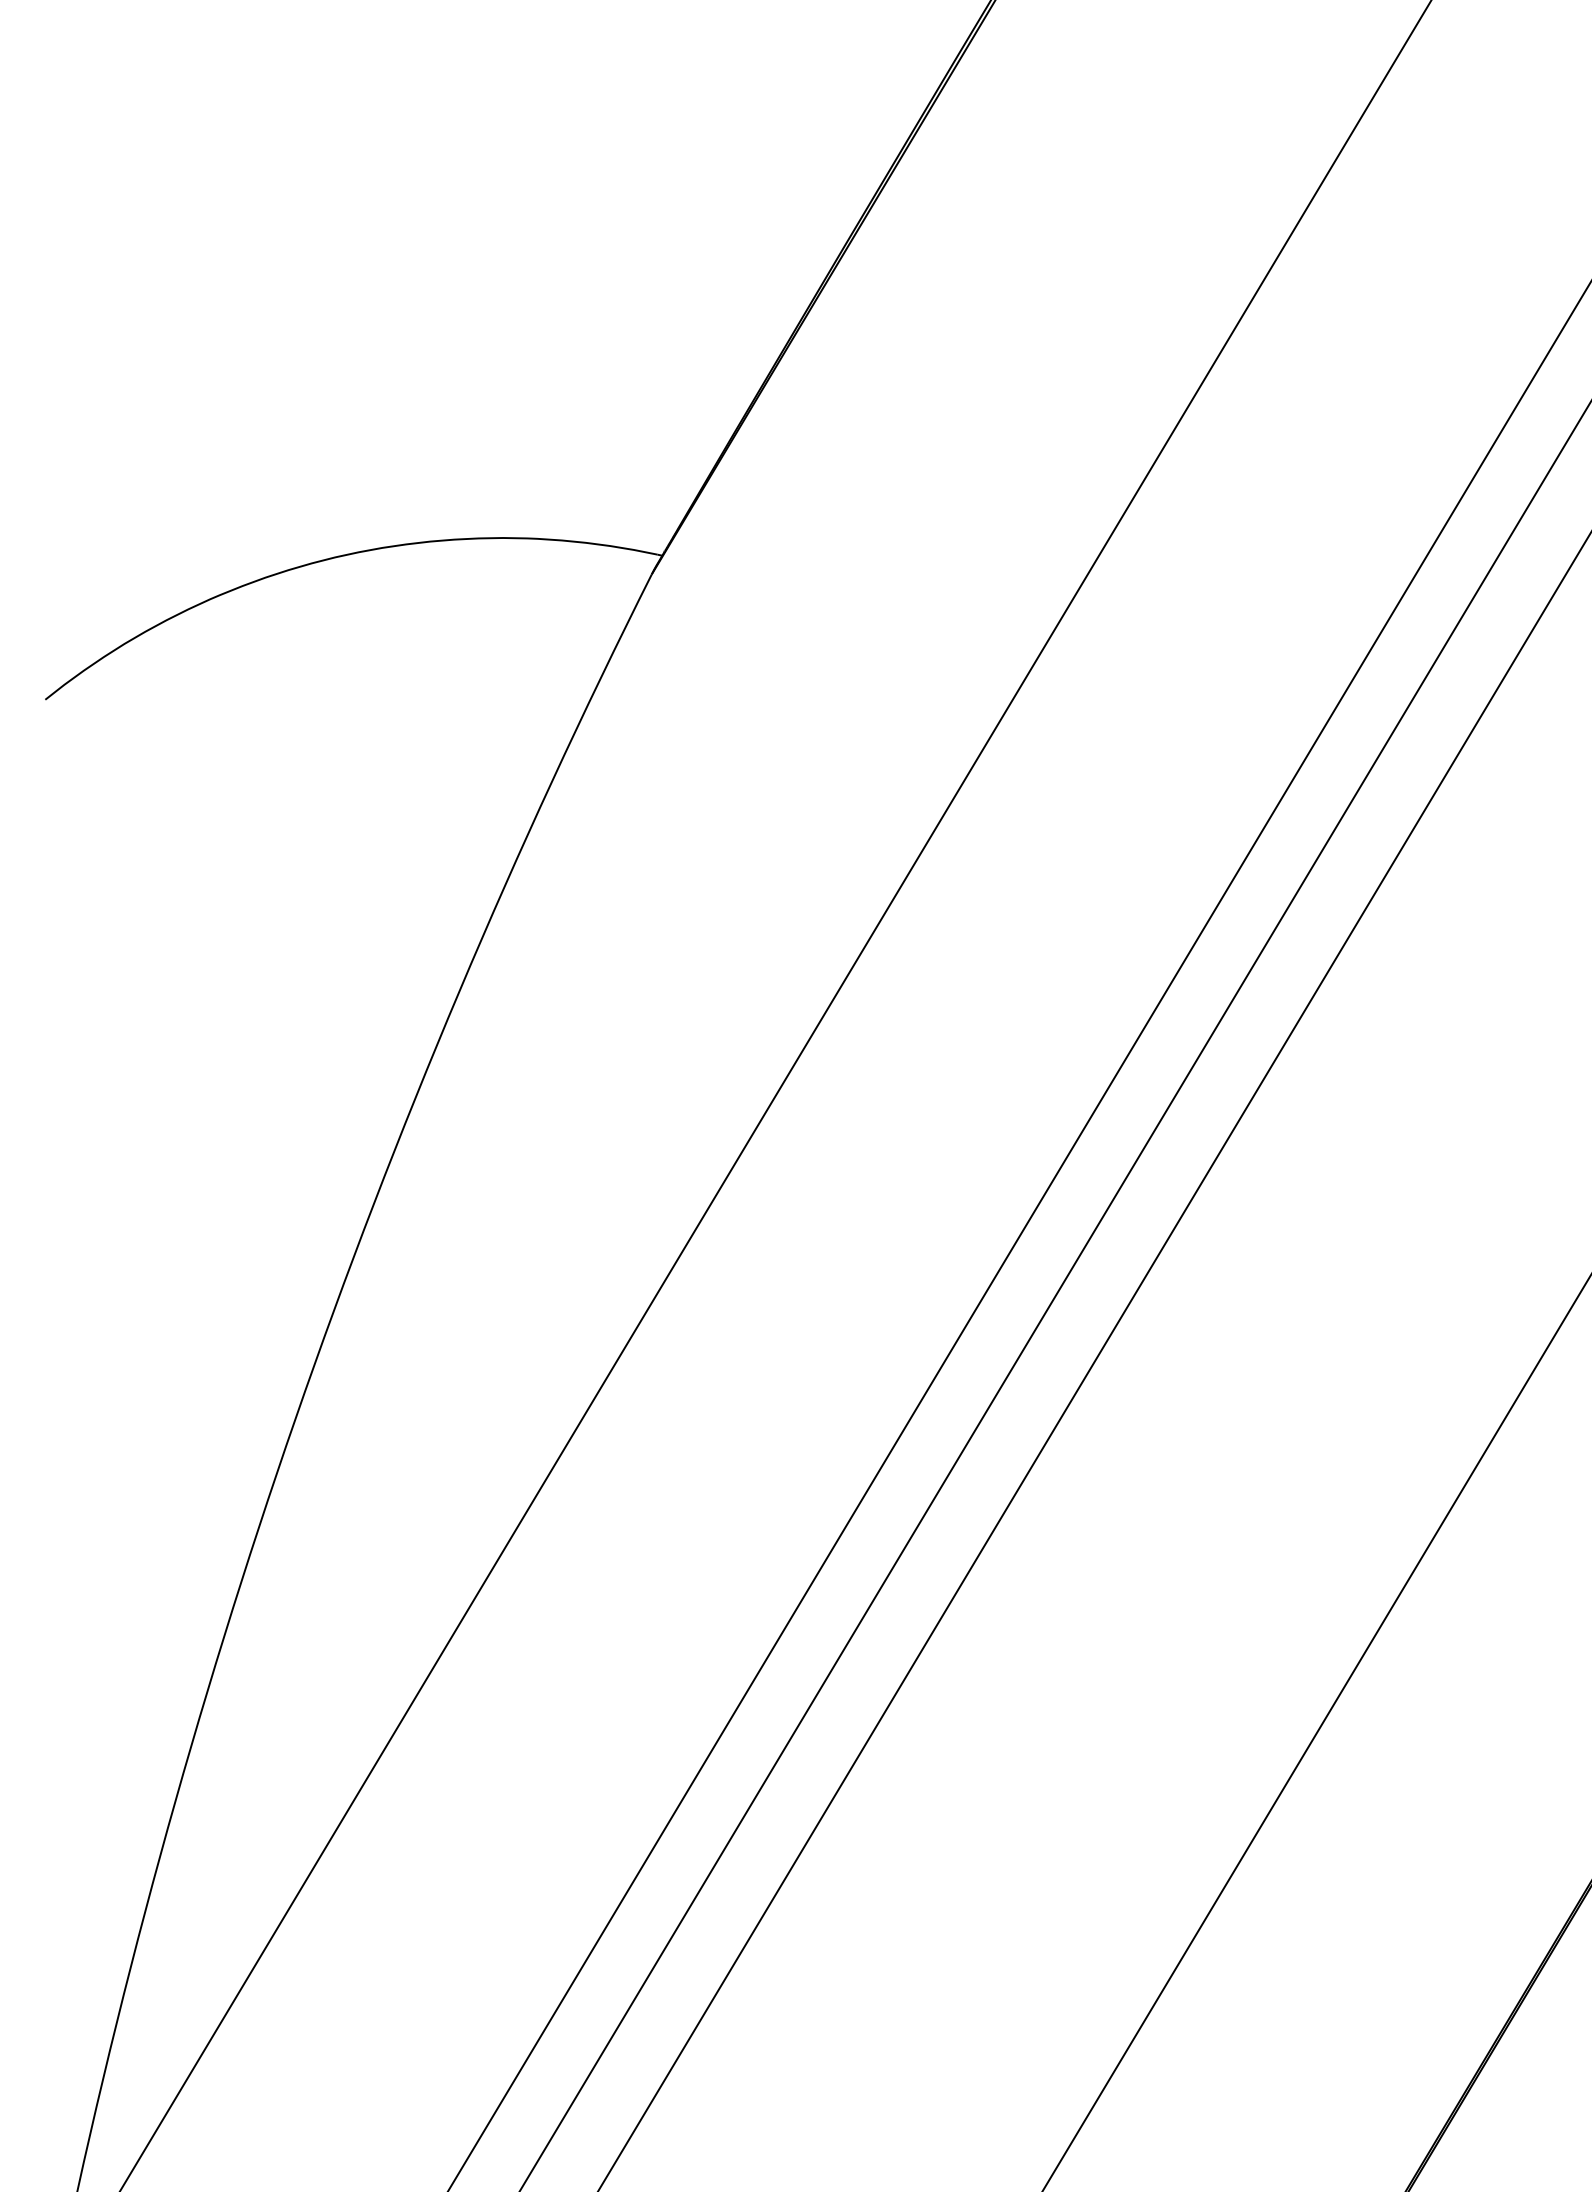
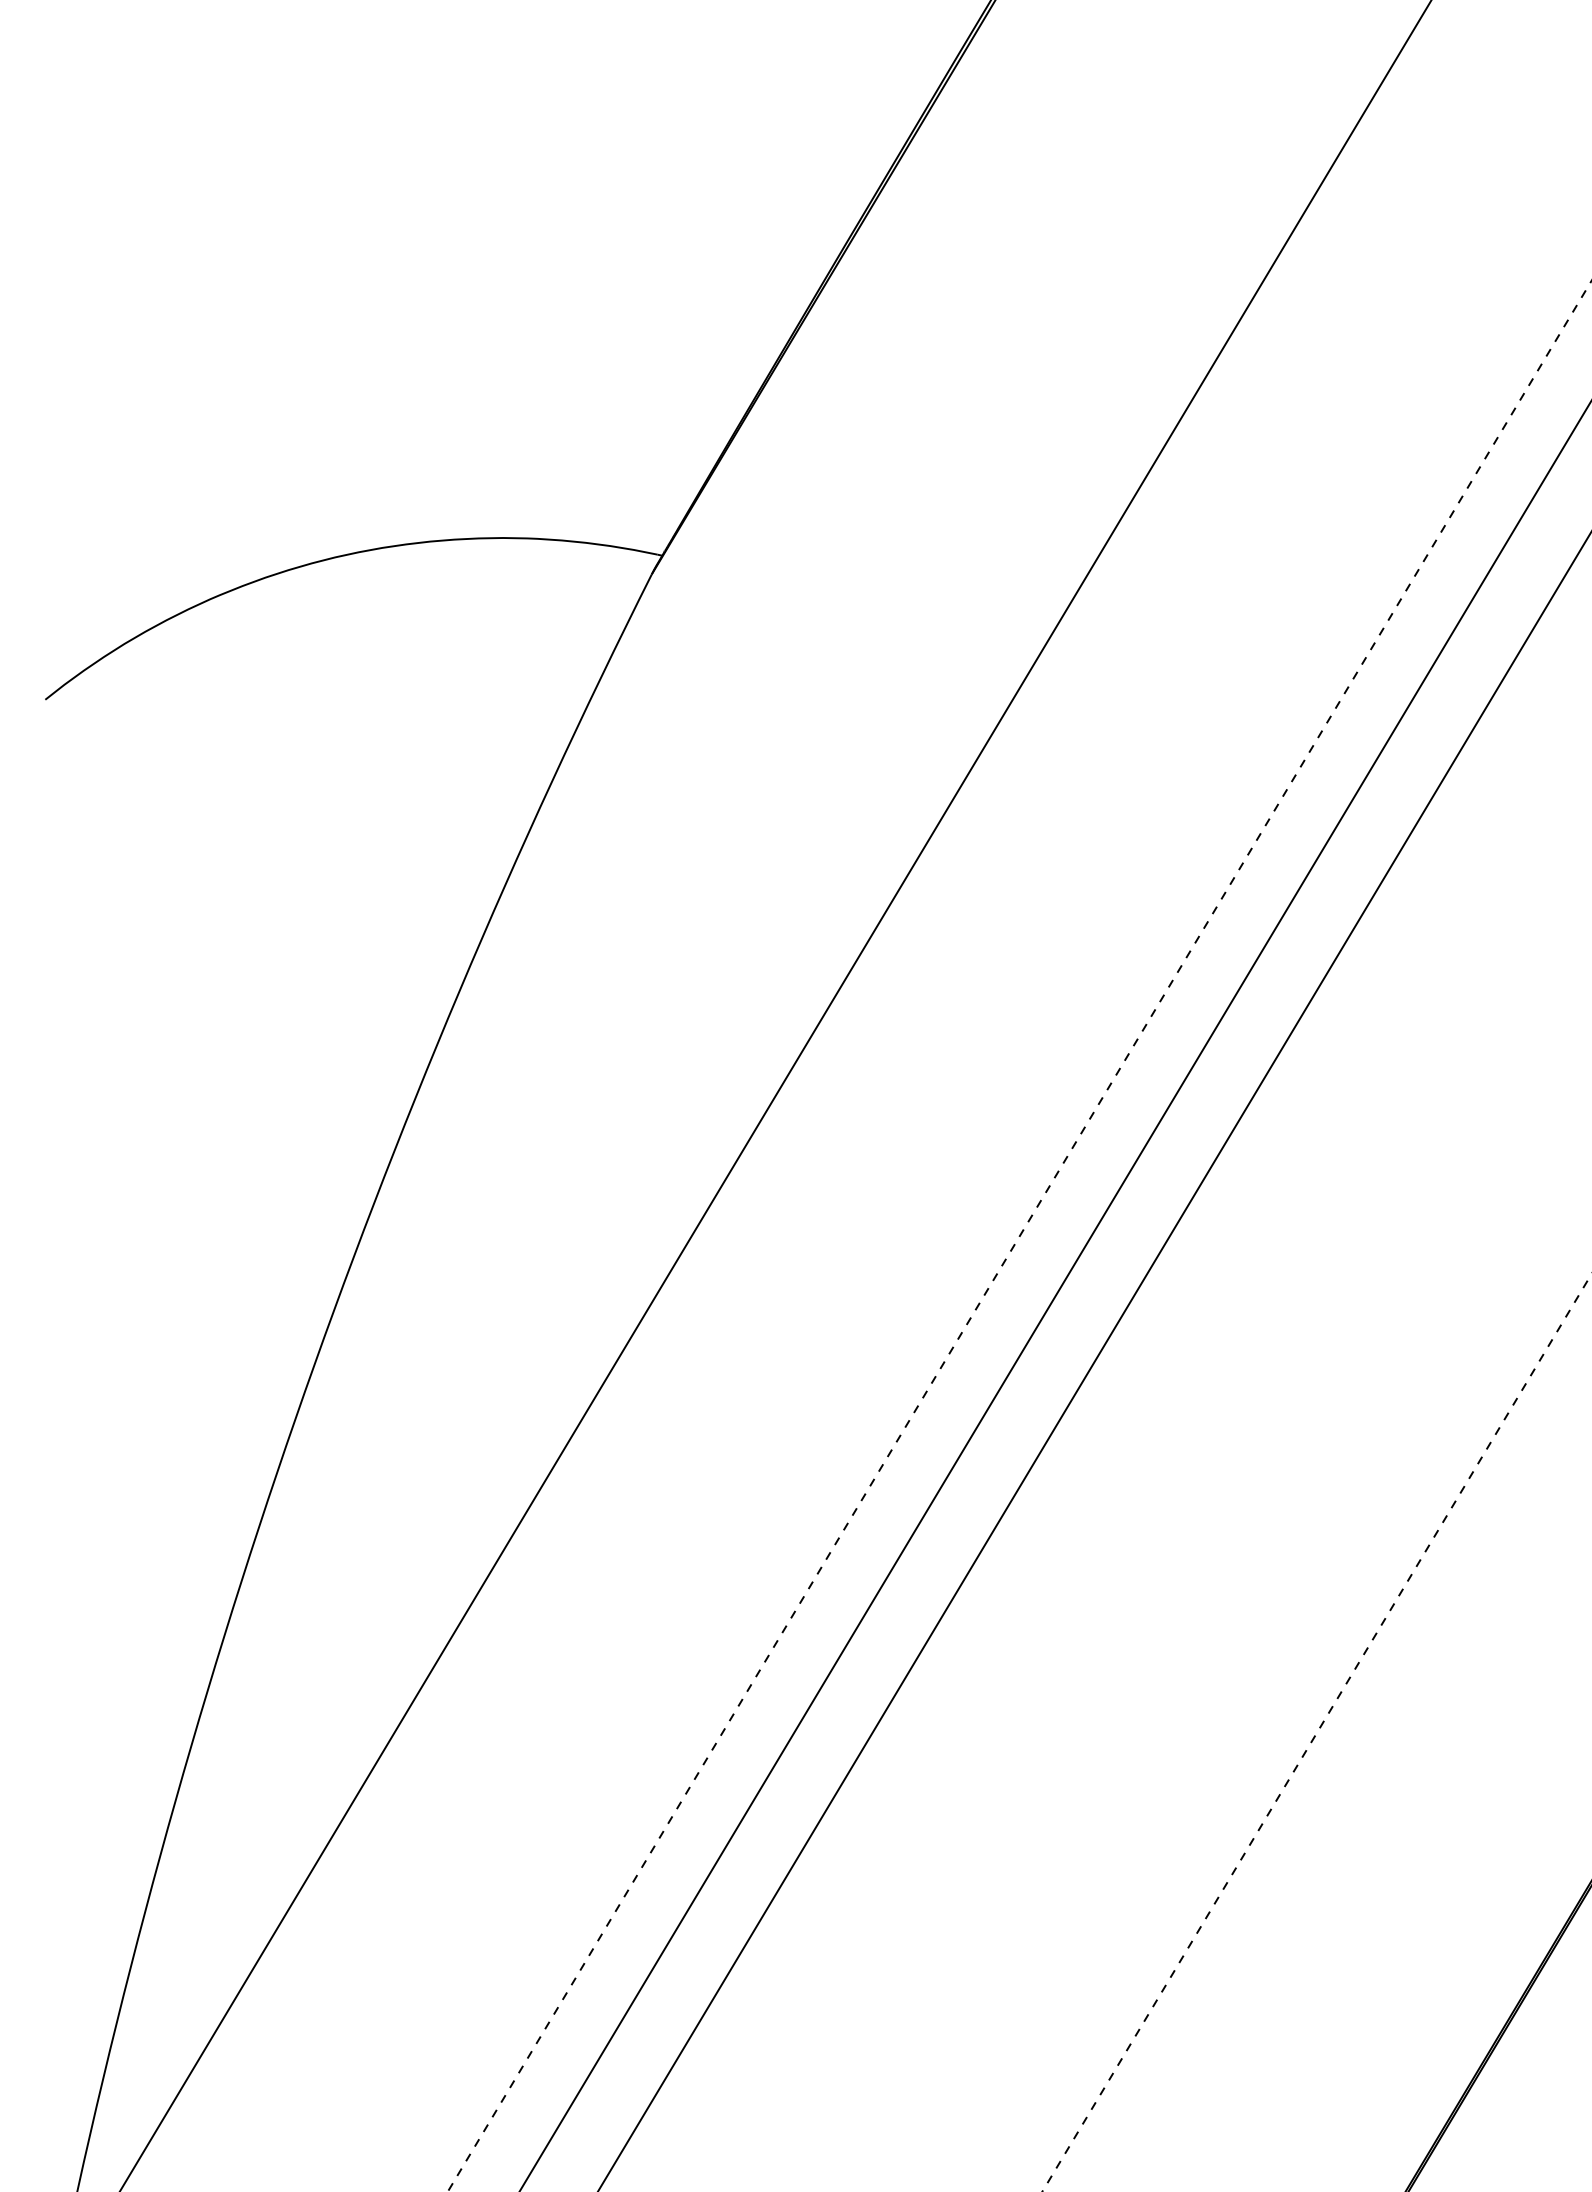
line at (1019, 1236): solid -> dashed
line at (1316, 1733): solid -> dashed
